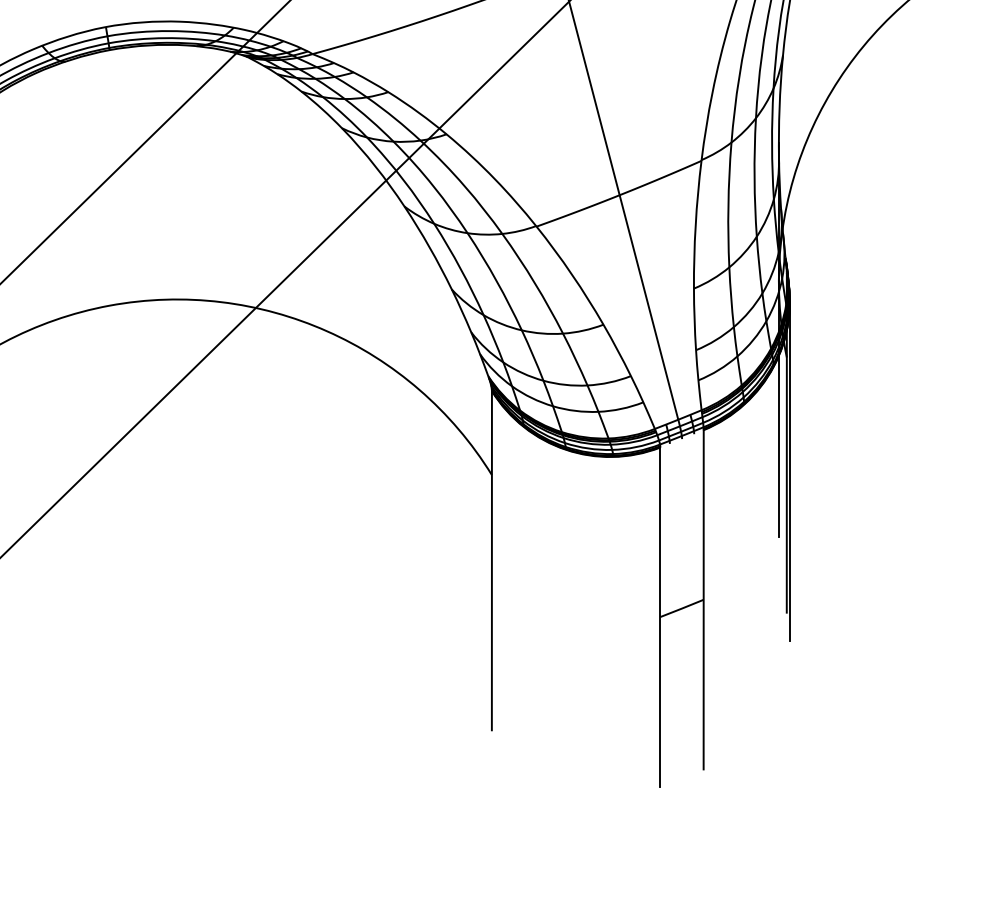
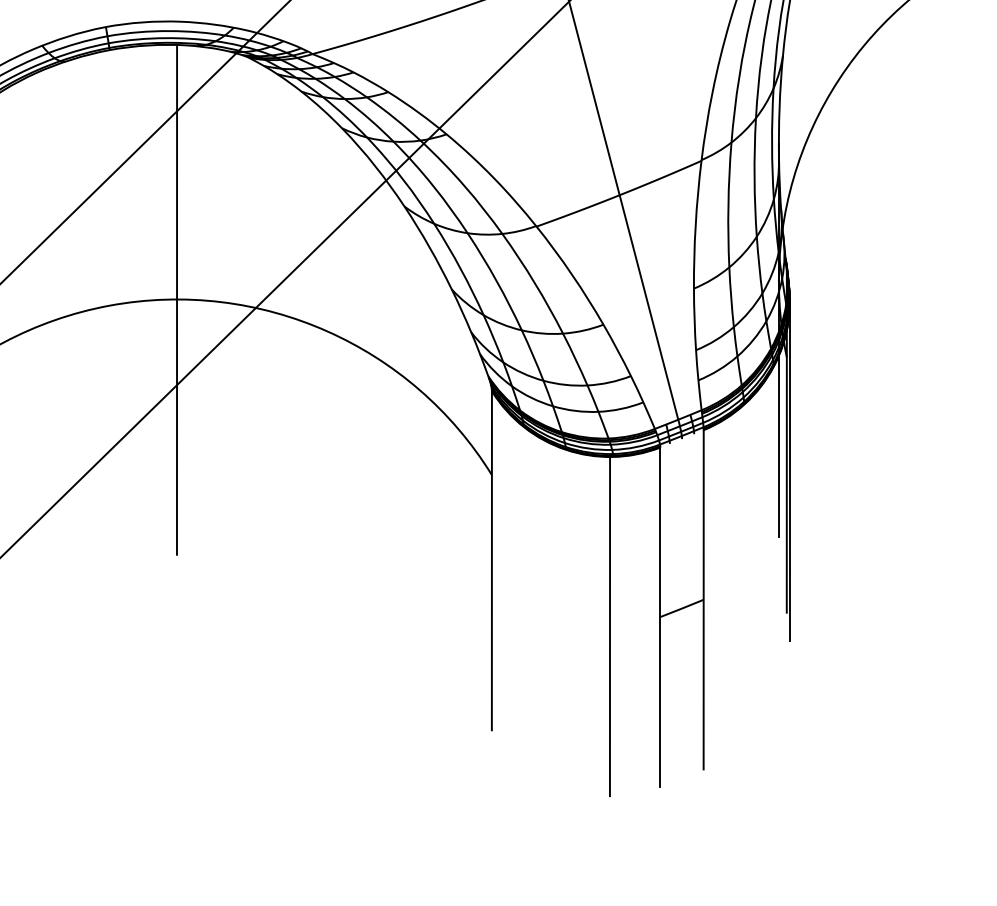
line at (176, 299): none -> present
line at (609, 626): none -> present
